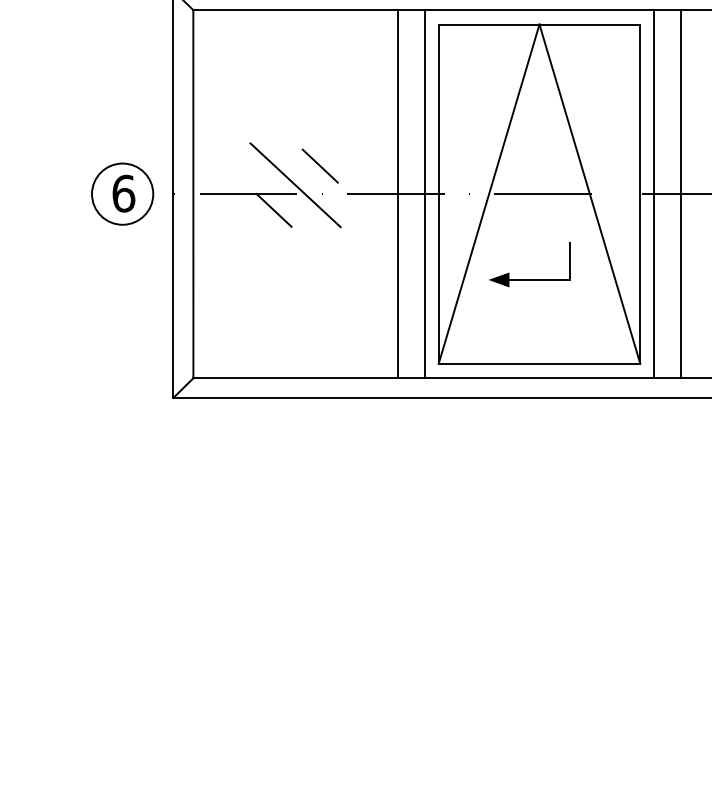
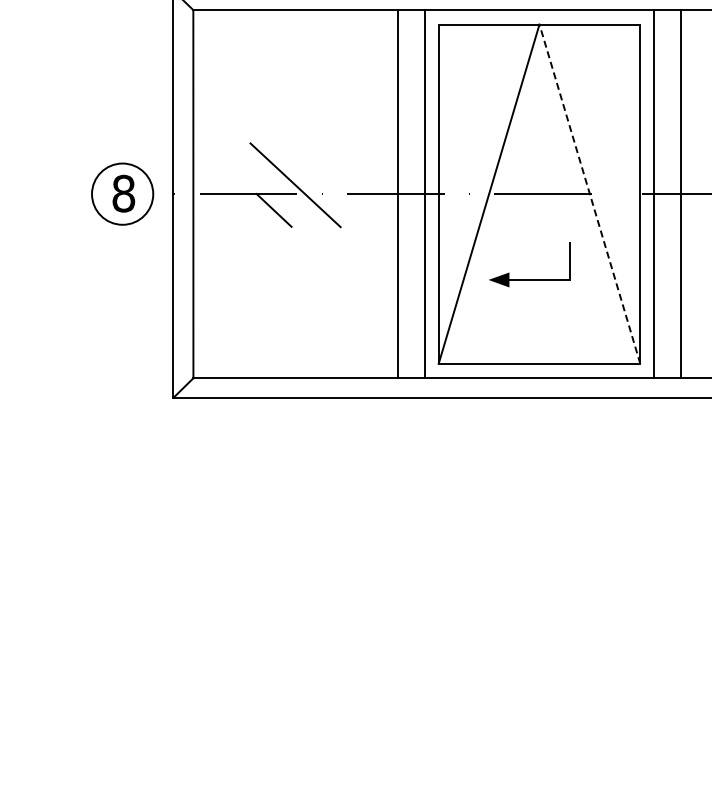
line at (319, 165): present -> none
text at (123, 193): 6 -> 8
line at (589, 193): solid -> dashed
